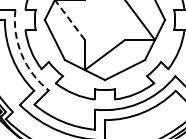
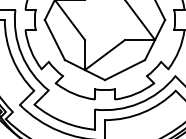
line at (70, 20): dashed -> solid
arc at (21, 54): dashed -> solid
